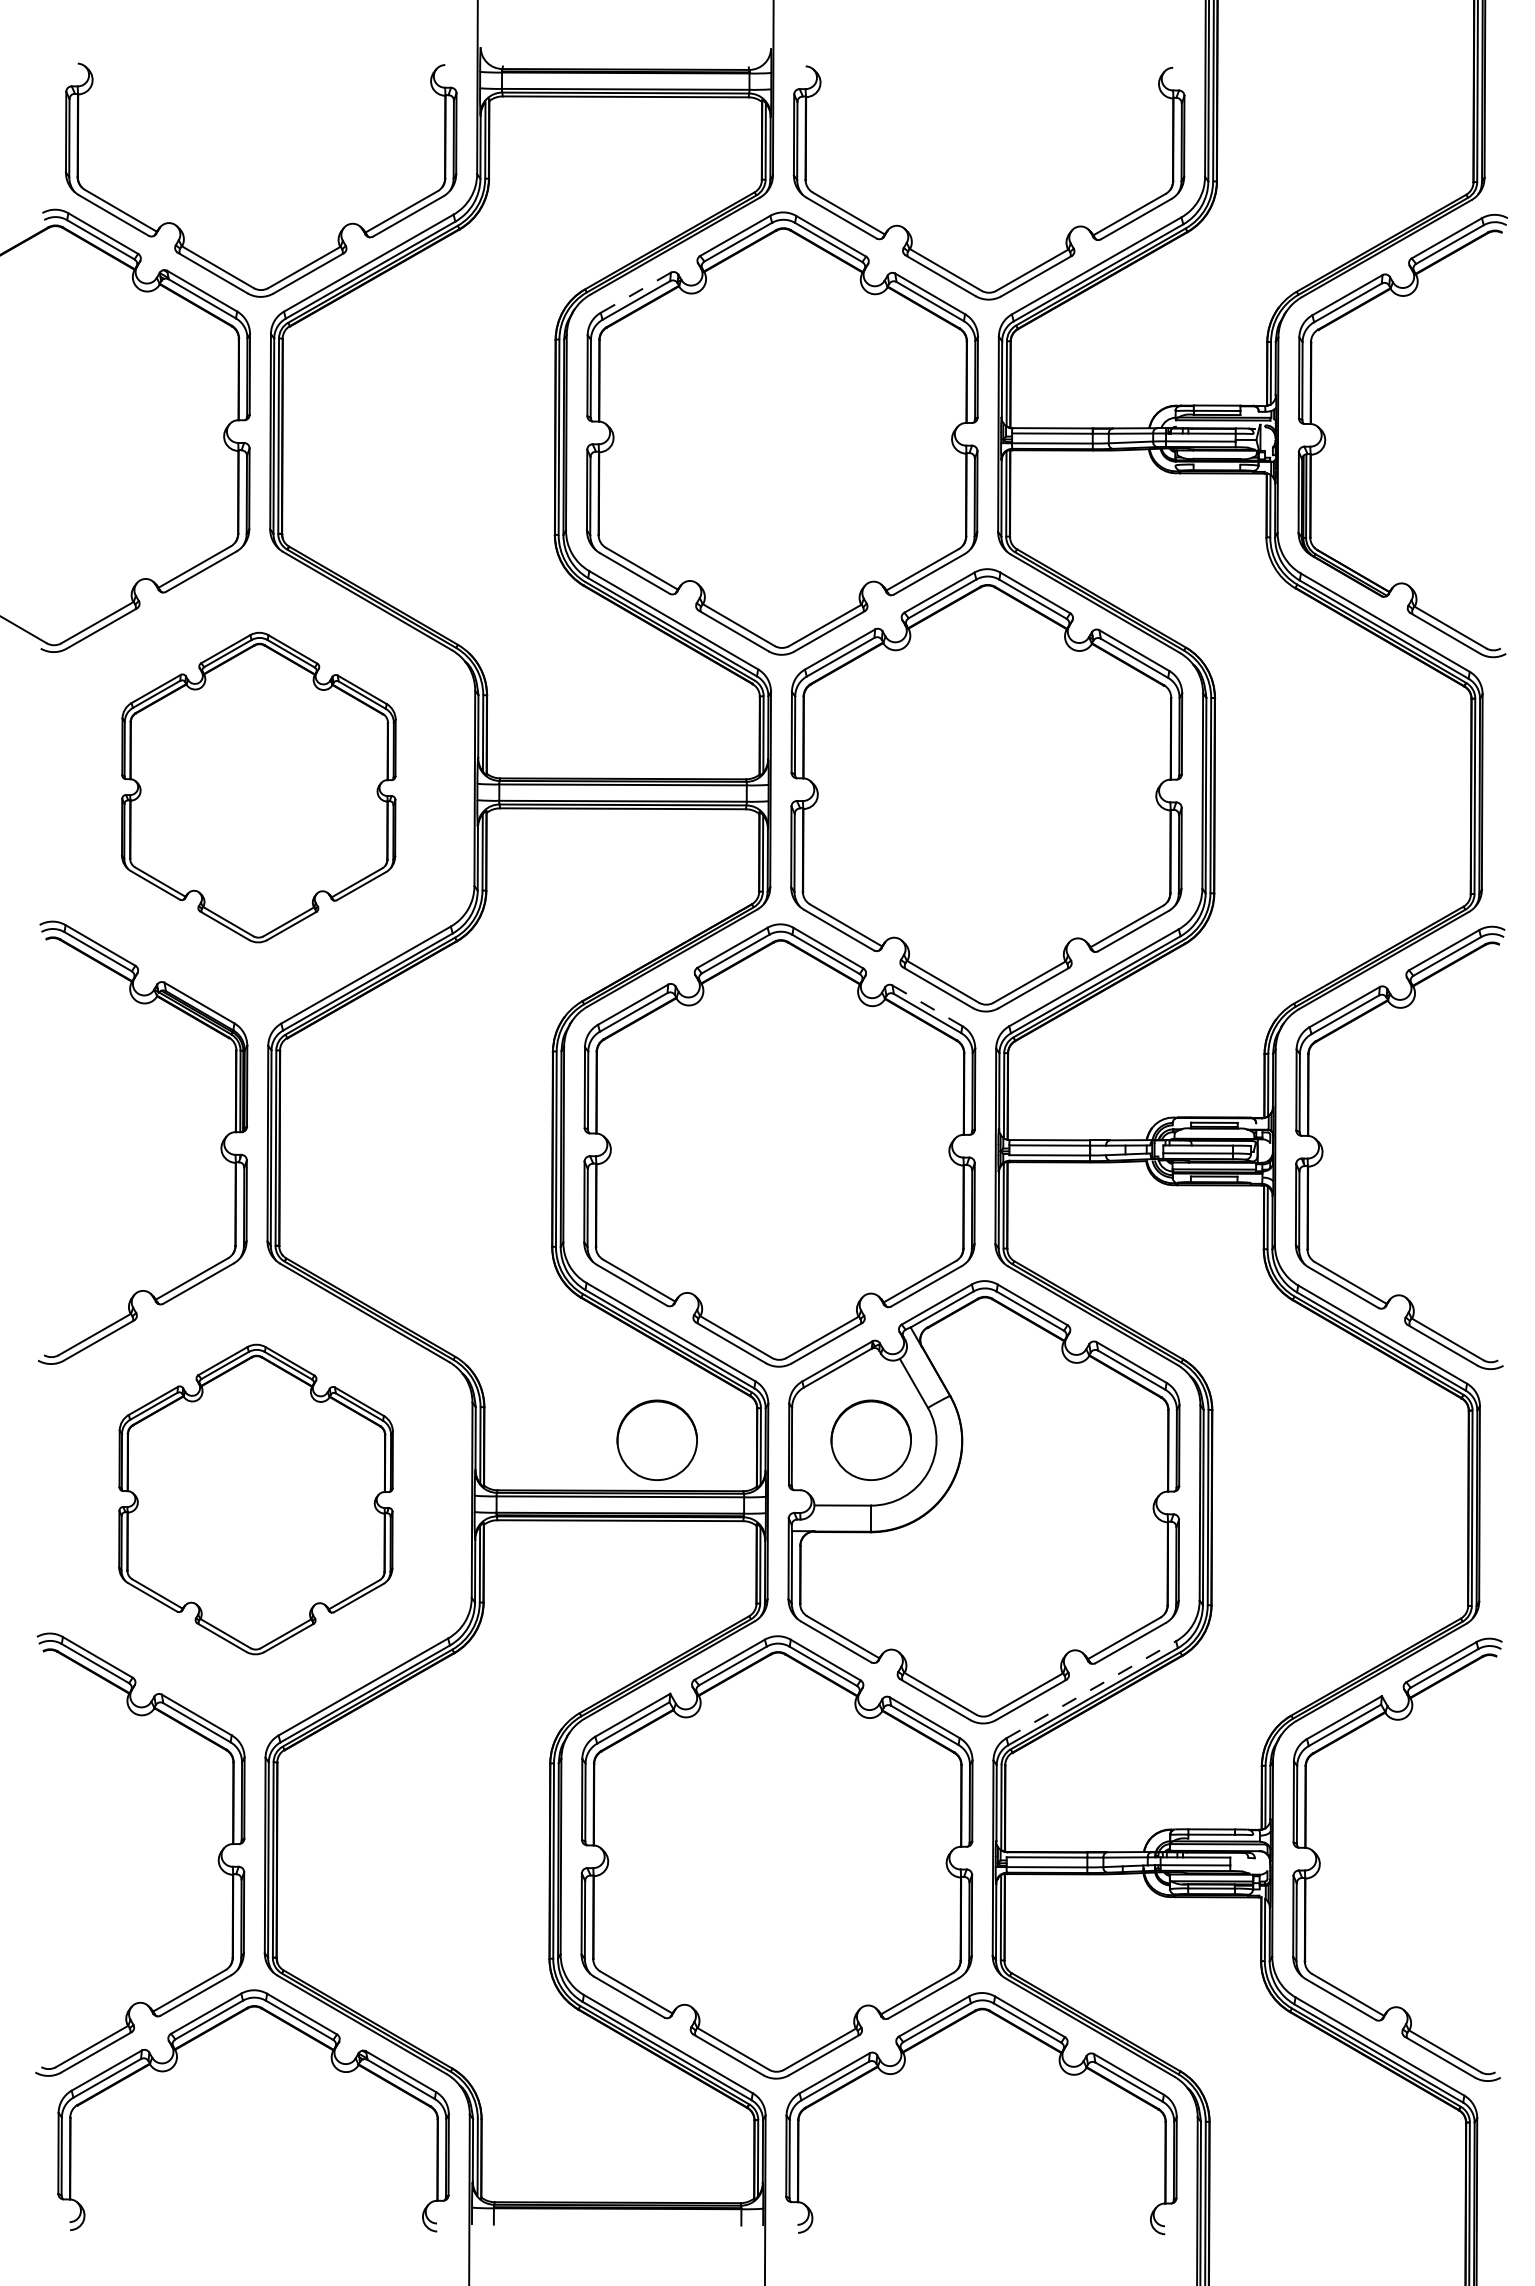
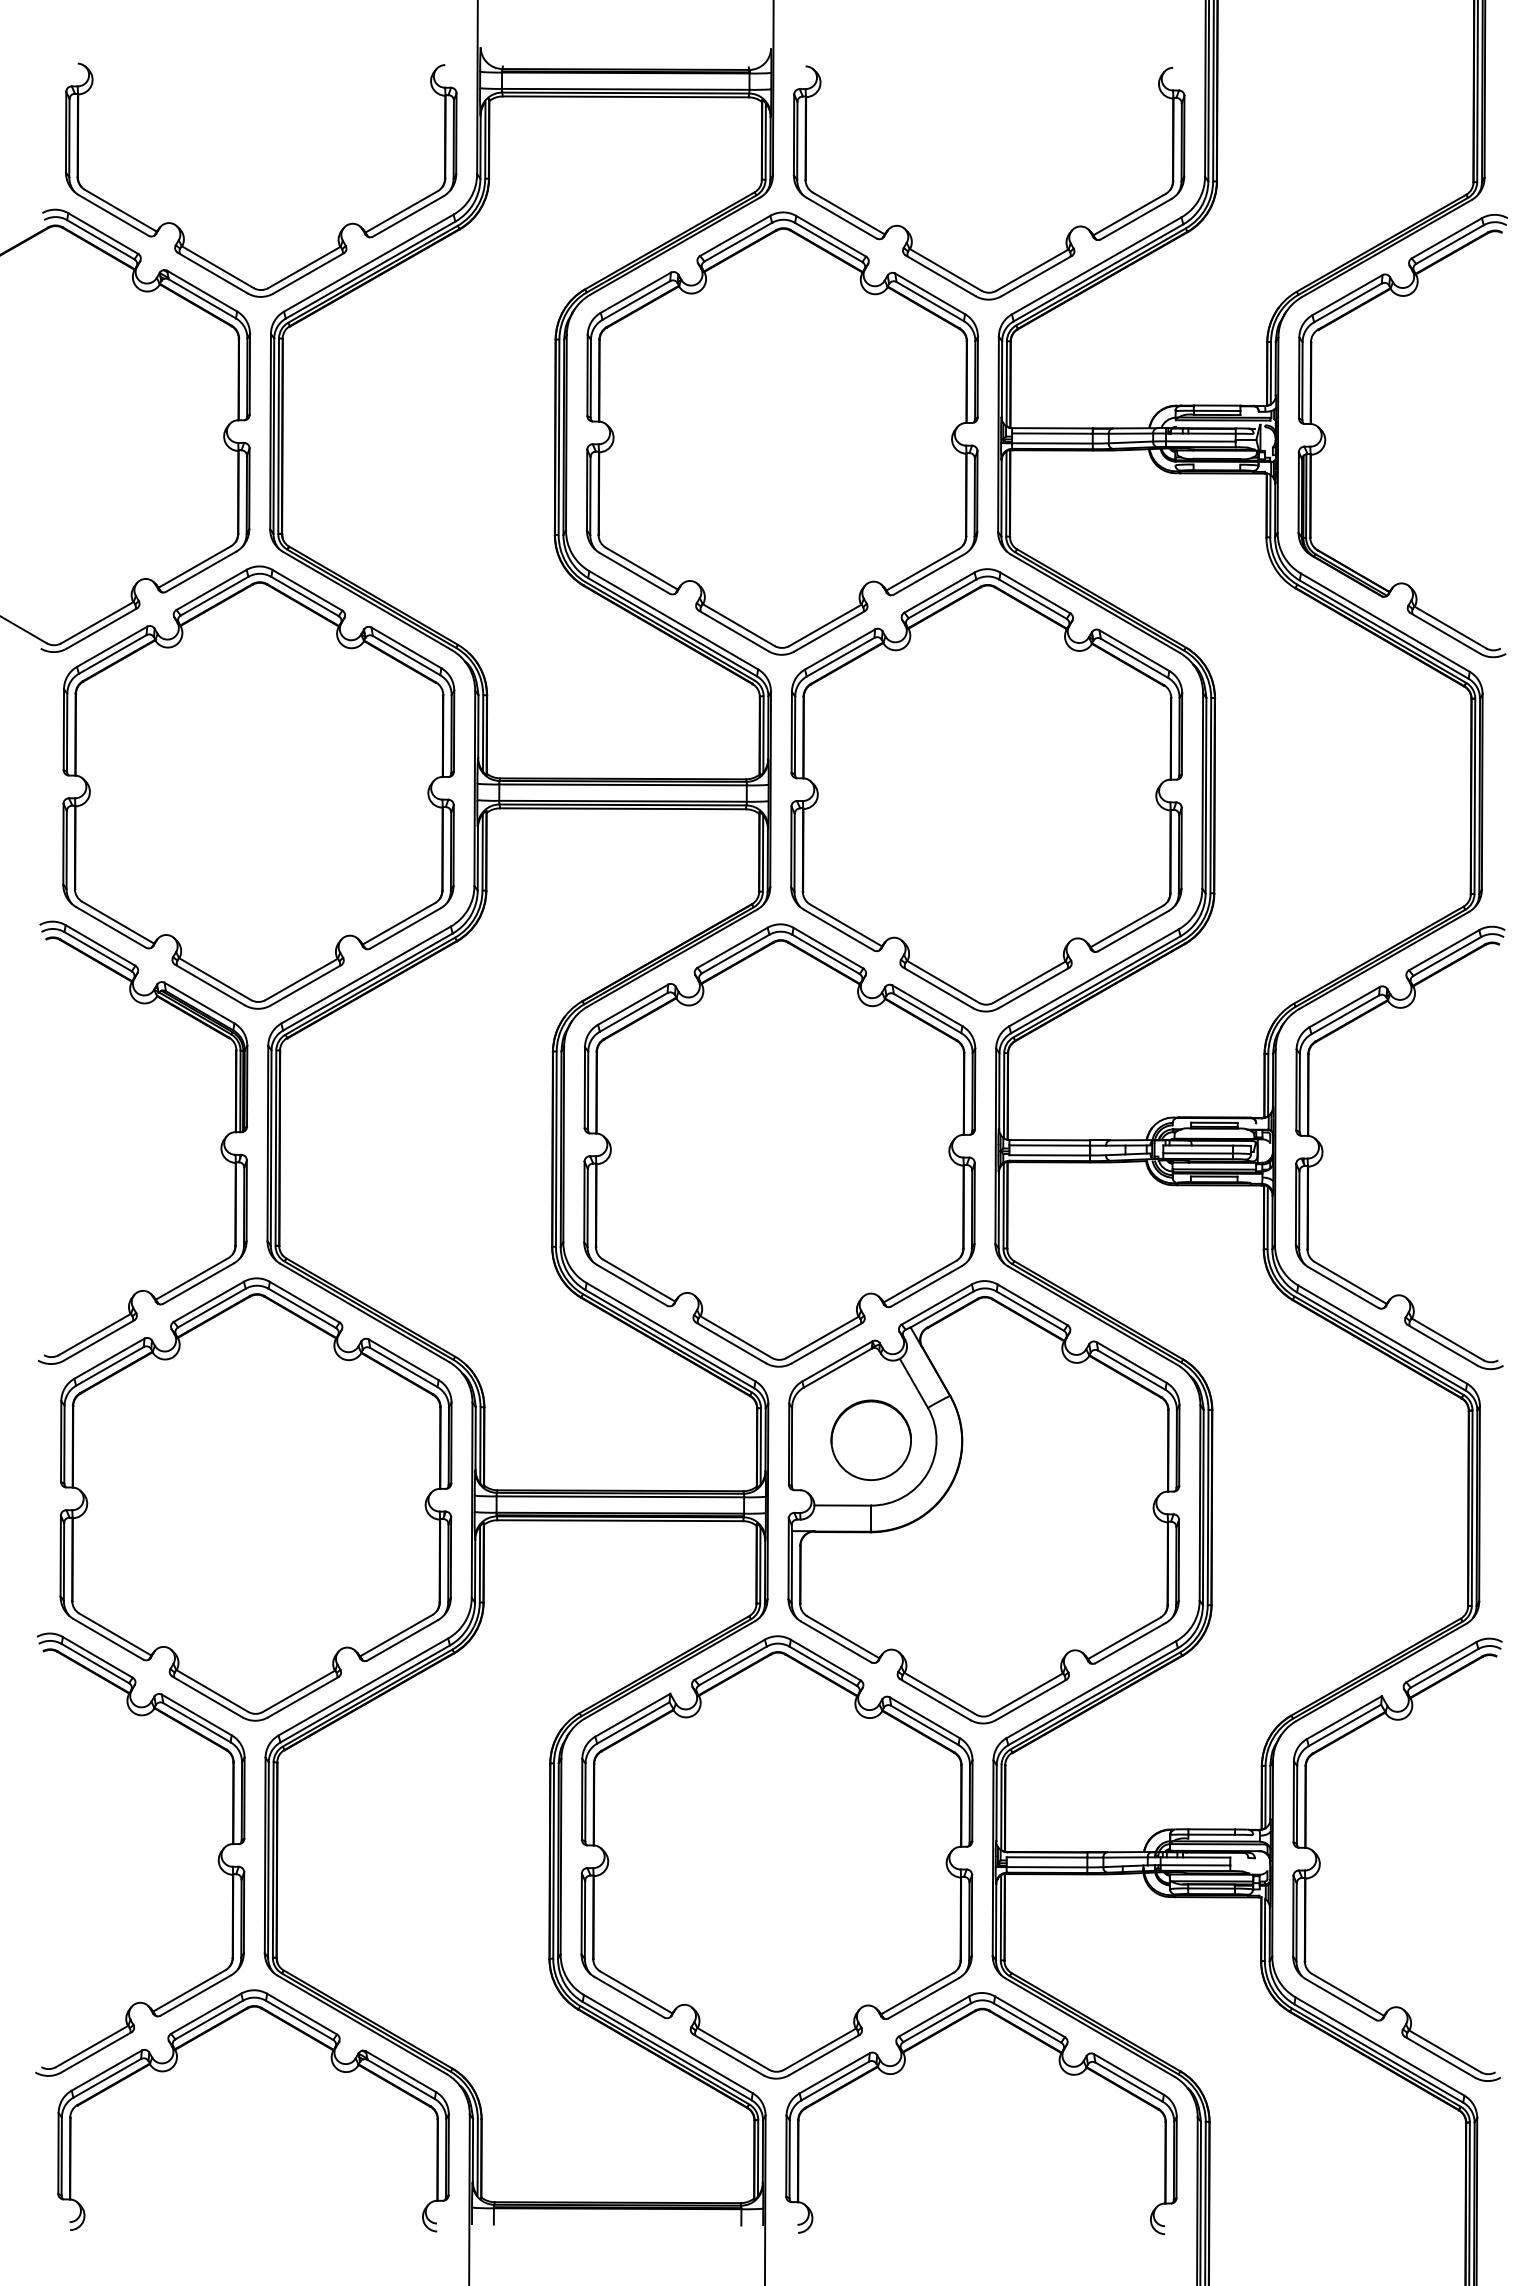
line at (635, 293): dashed -> solid
part at (258, 787) size: 276x312 px -> 394x445 px
line at (927, 1005): dashed -> solid
circle at (656, 1439): present -> none
part at (255, 1499) size: 276x313 px -> 394x445 px
line at (1091, 1689): dashed -> solid
